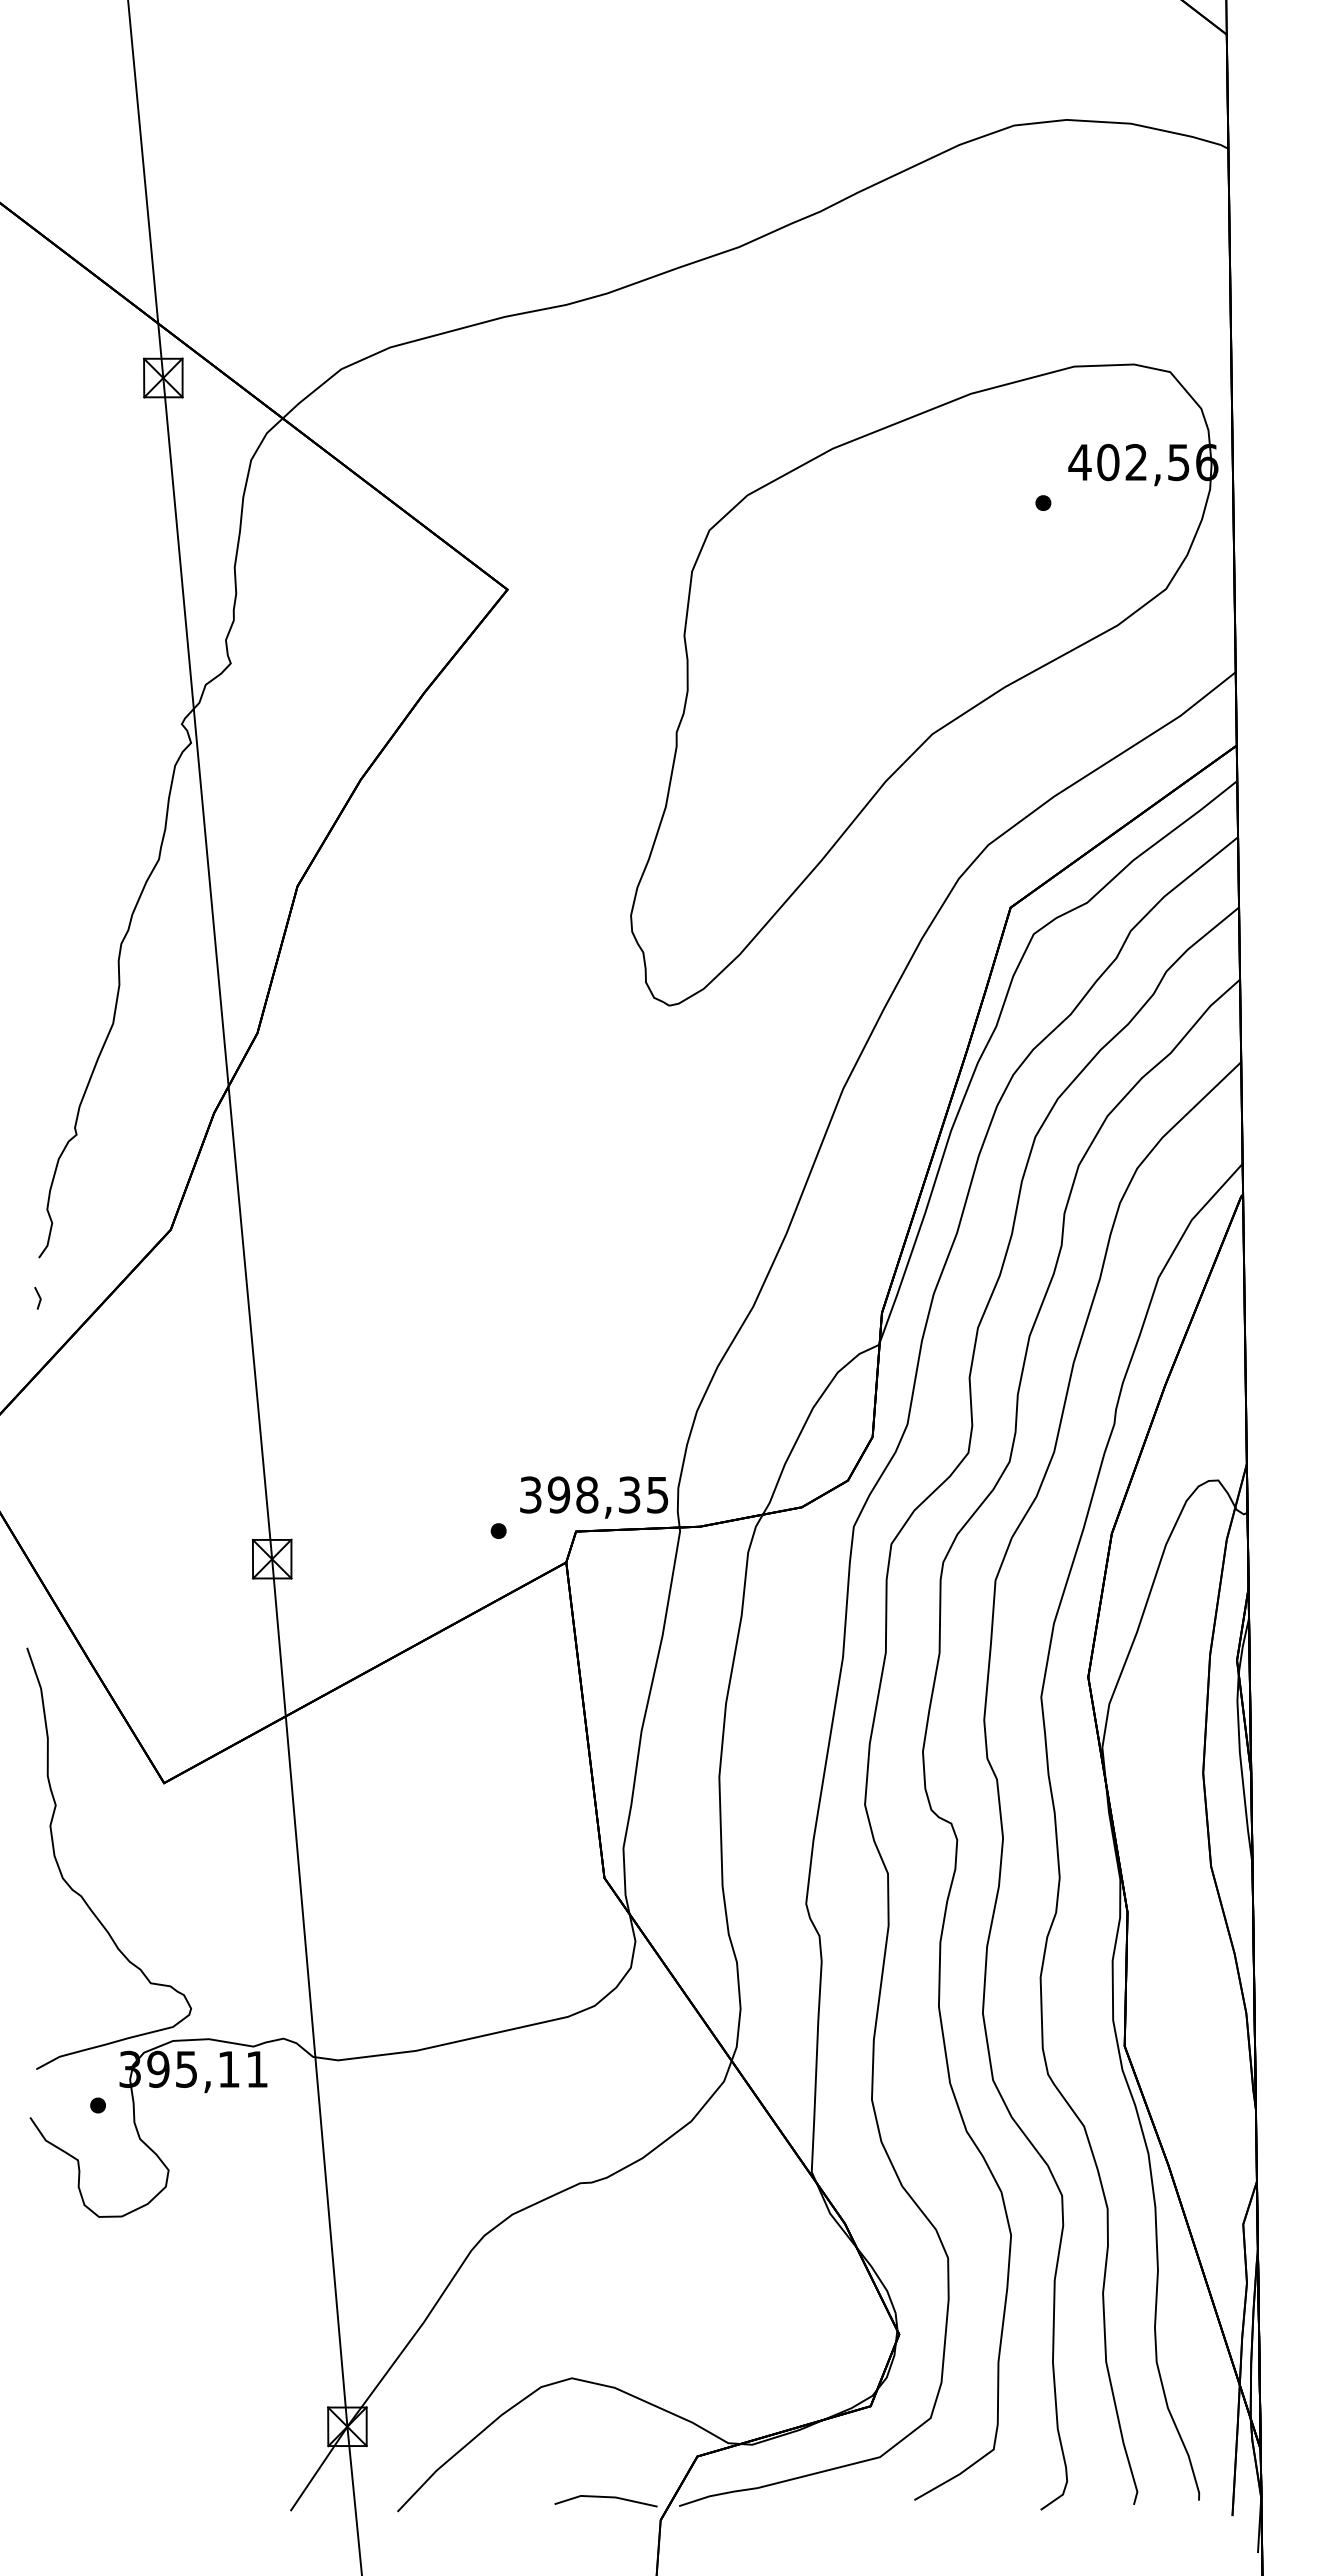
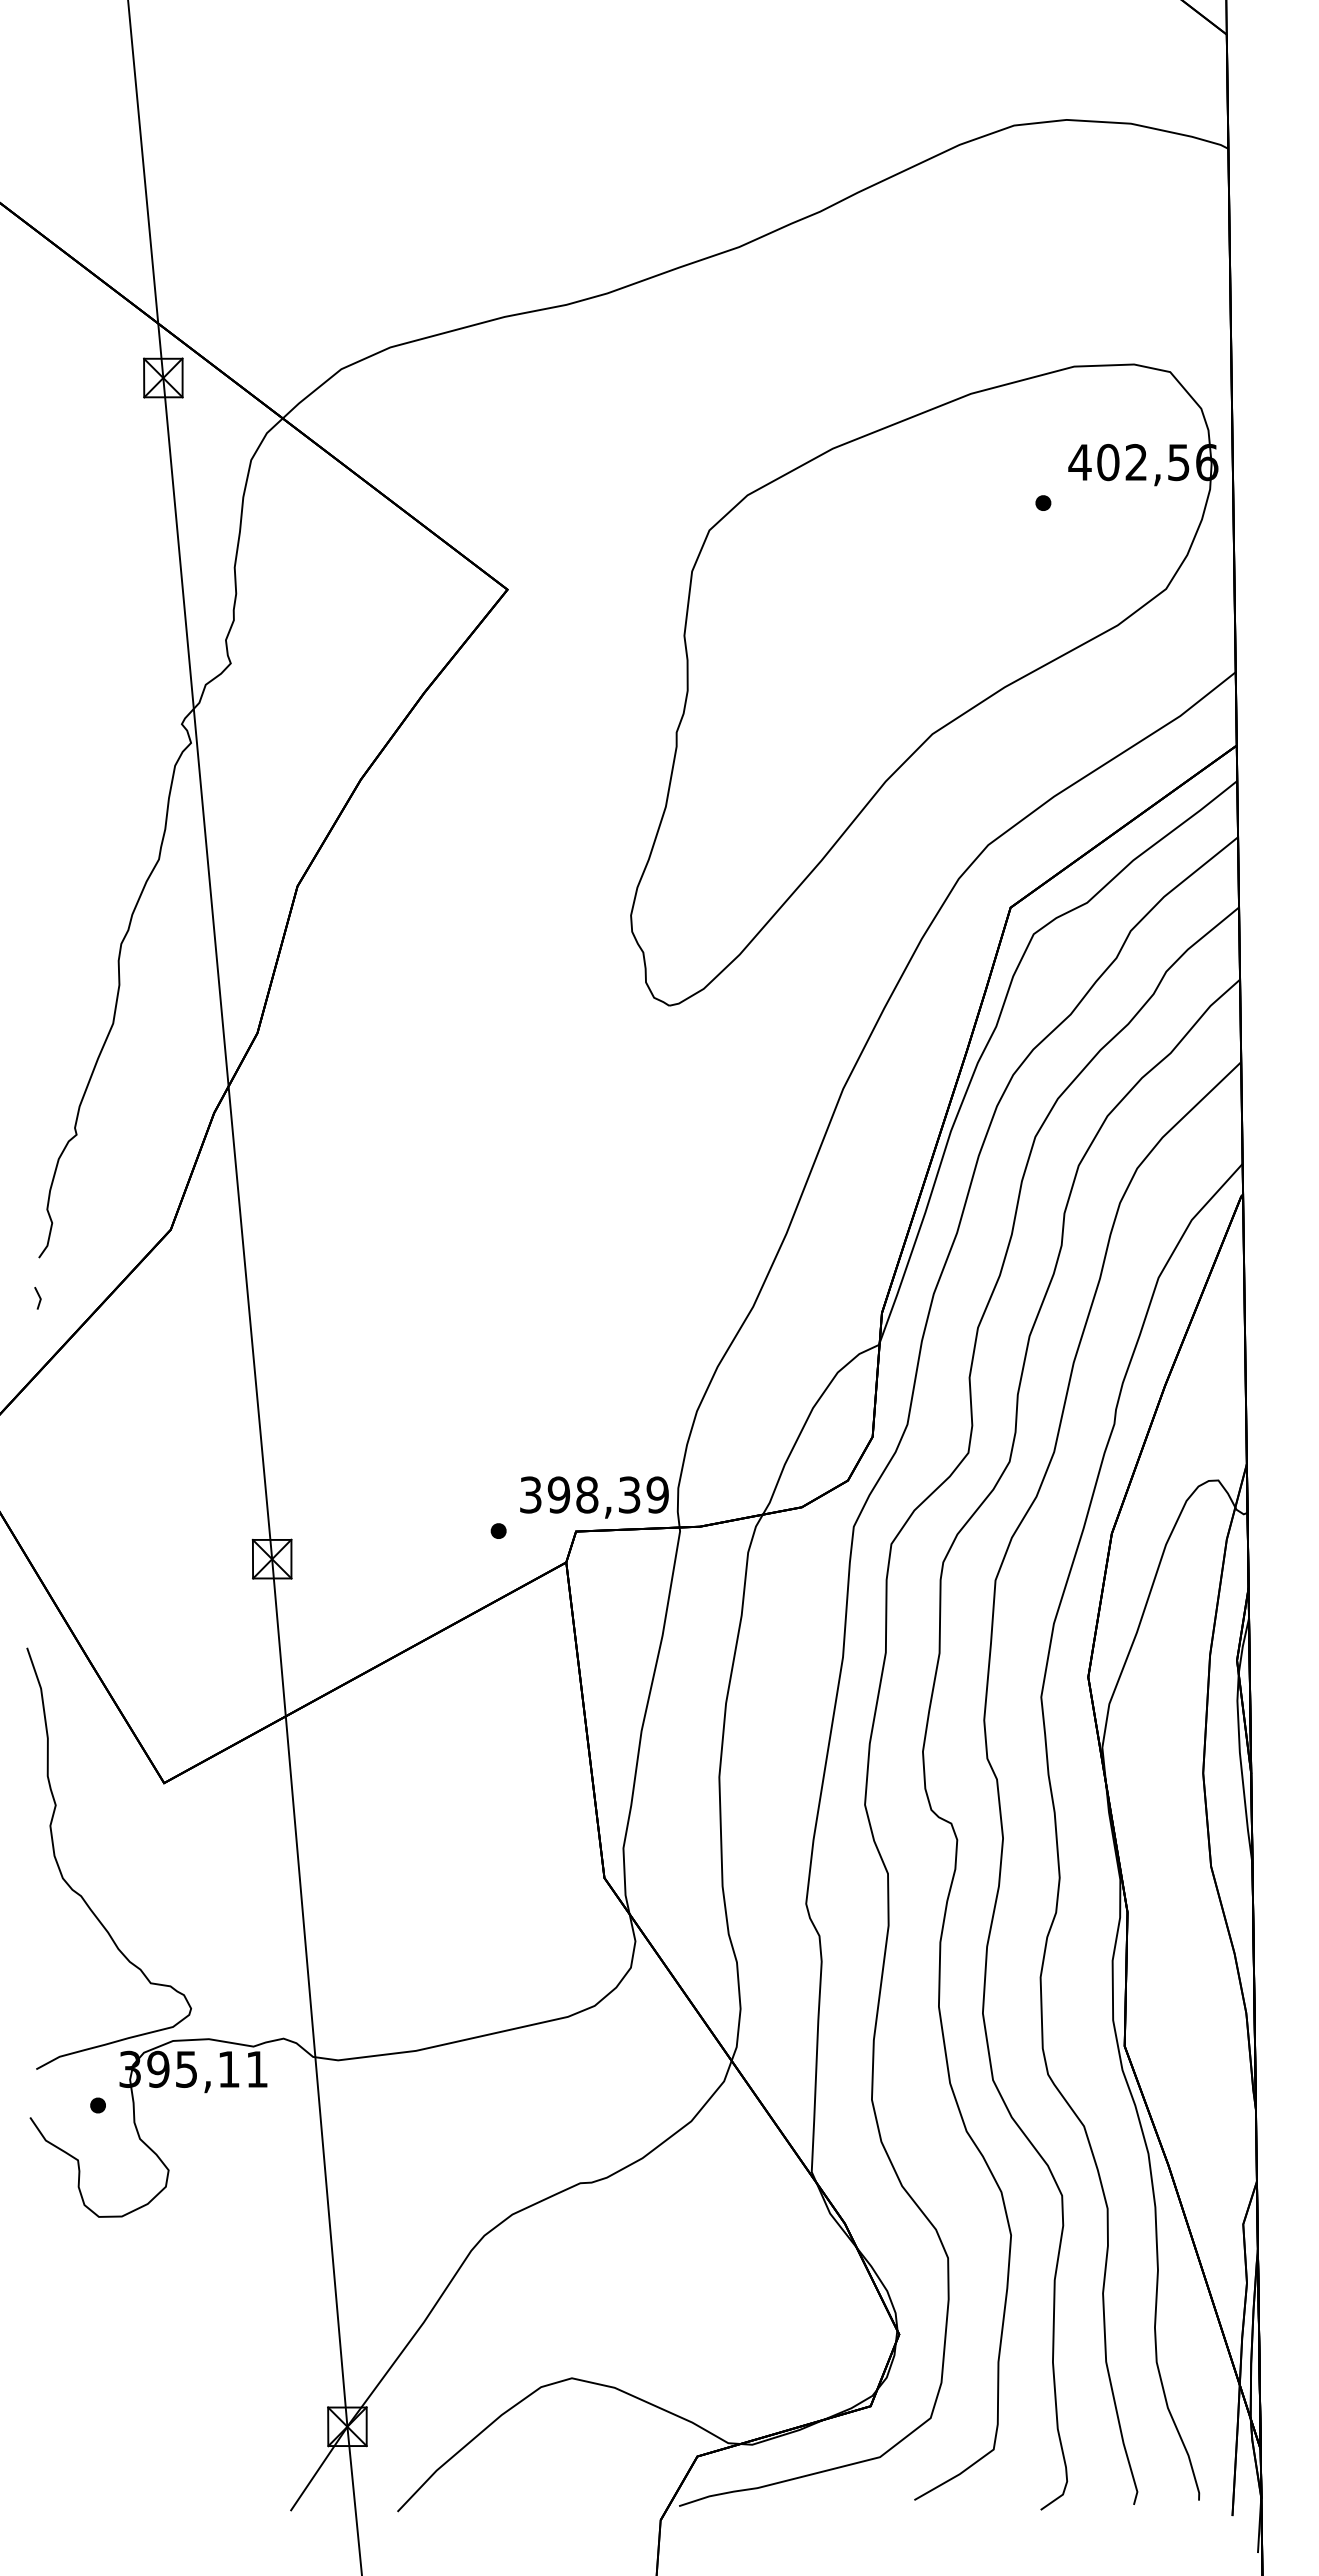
text at (657, 1494): 398,35 -> 398,39
line at (605, 2497): present -> none
